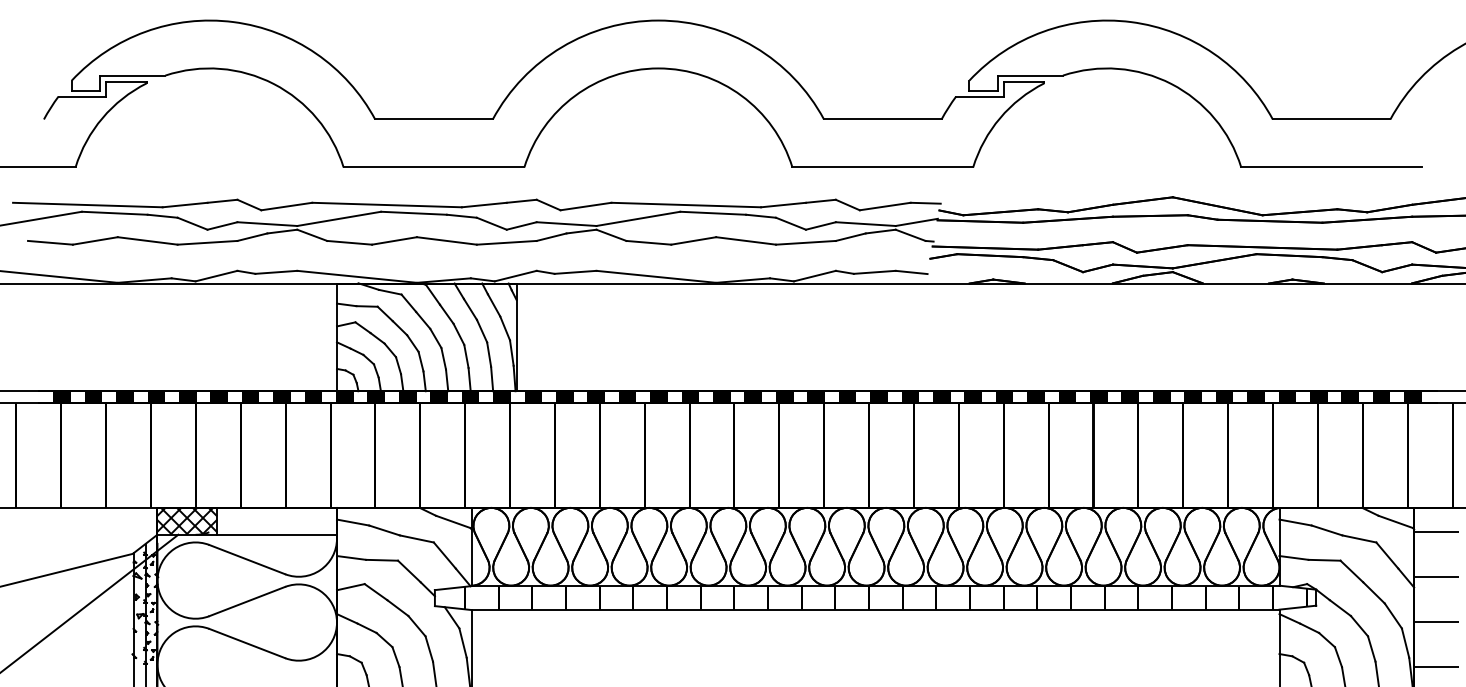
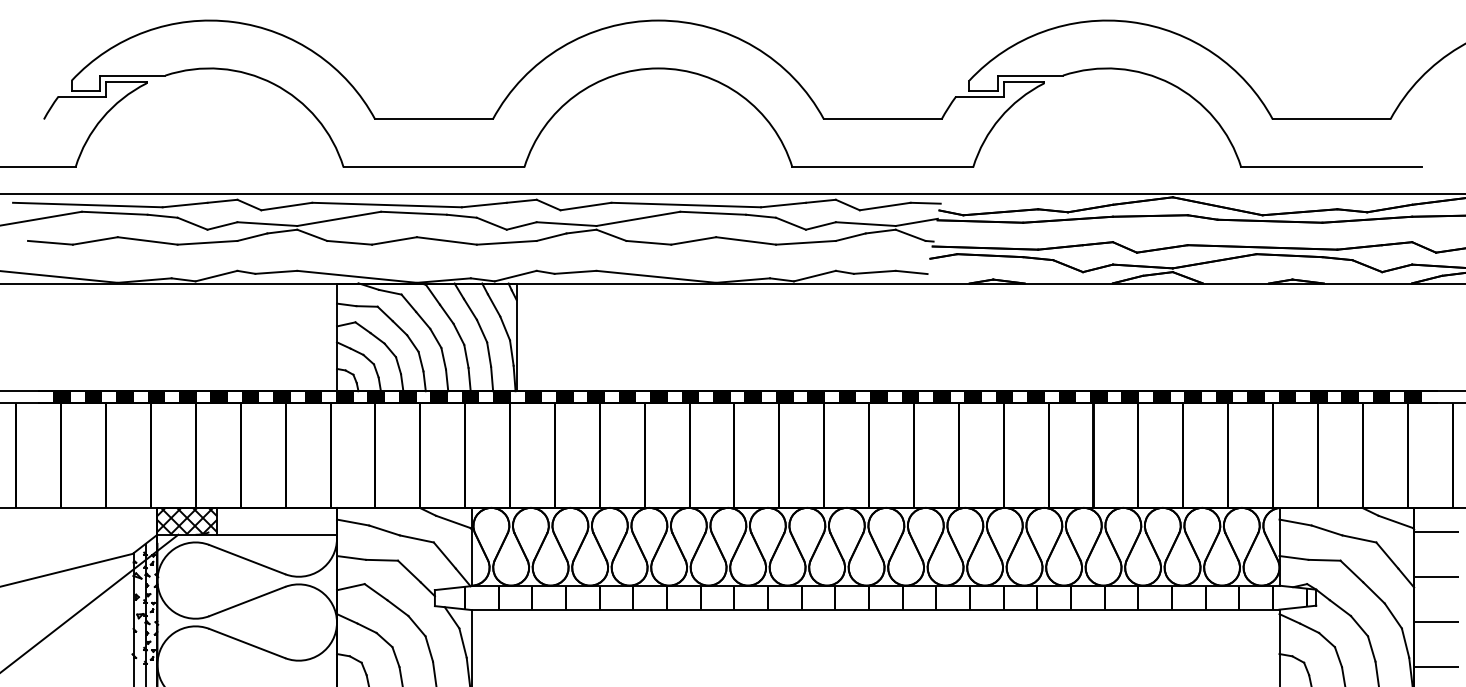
line at (732, 193): none -> present
